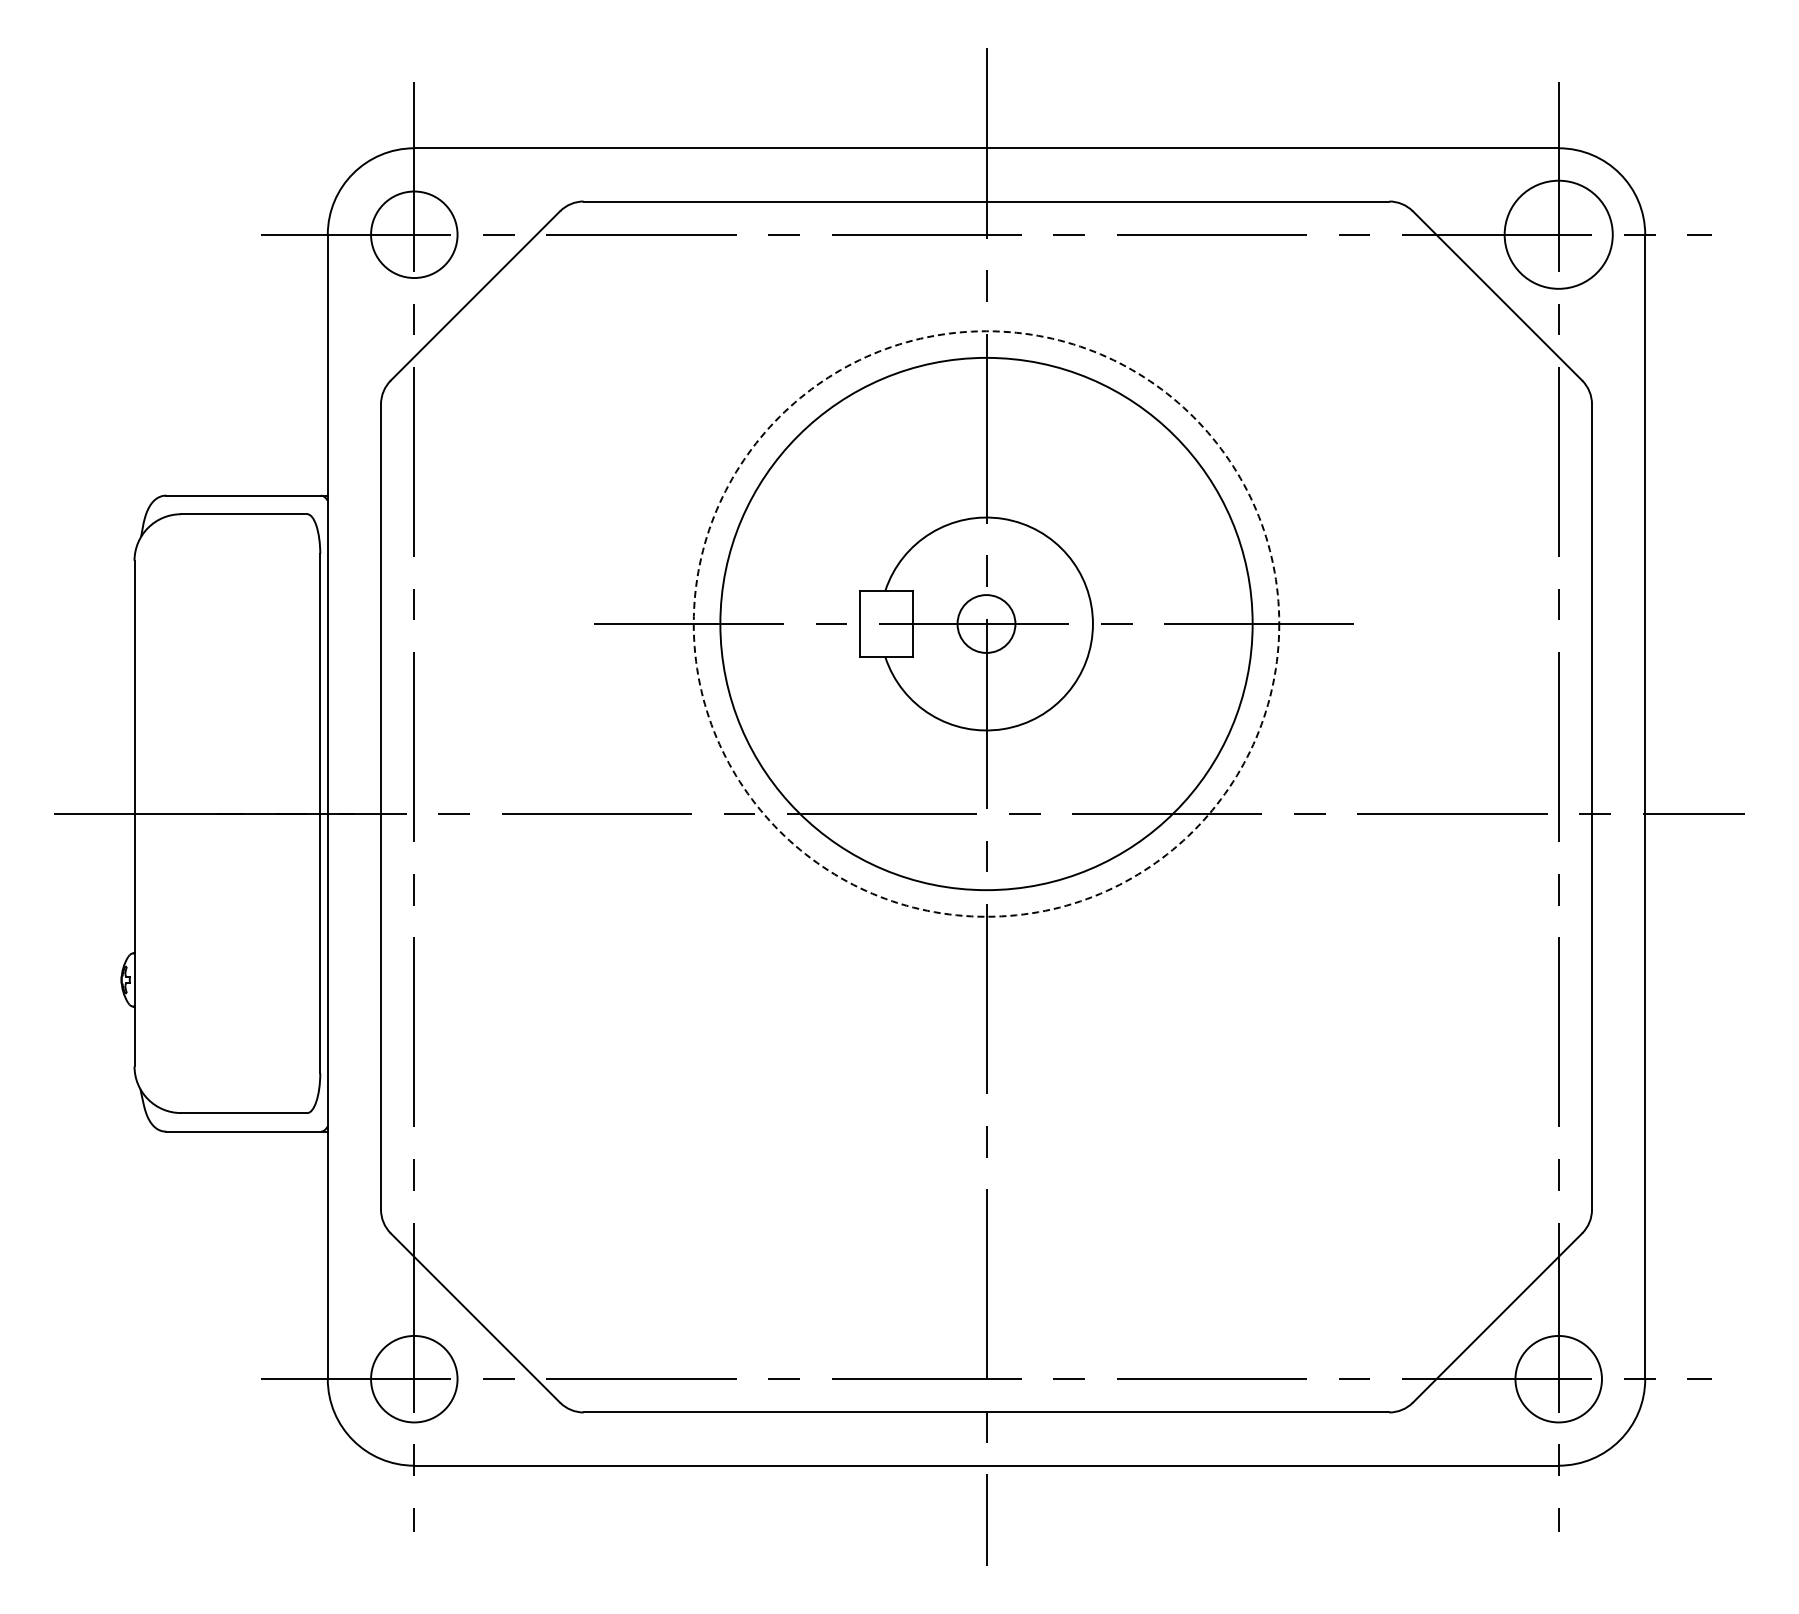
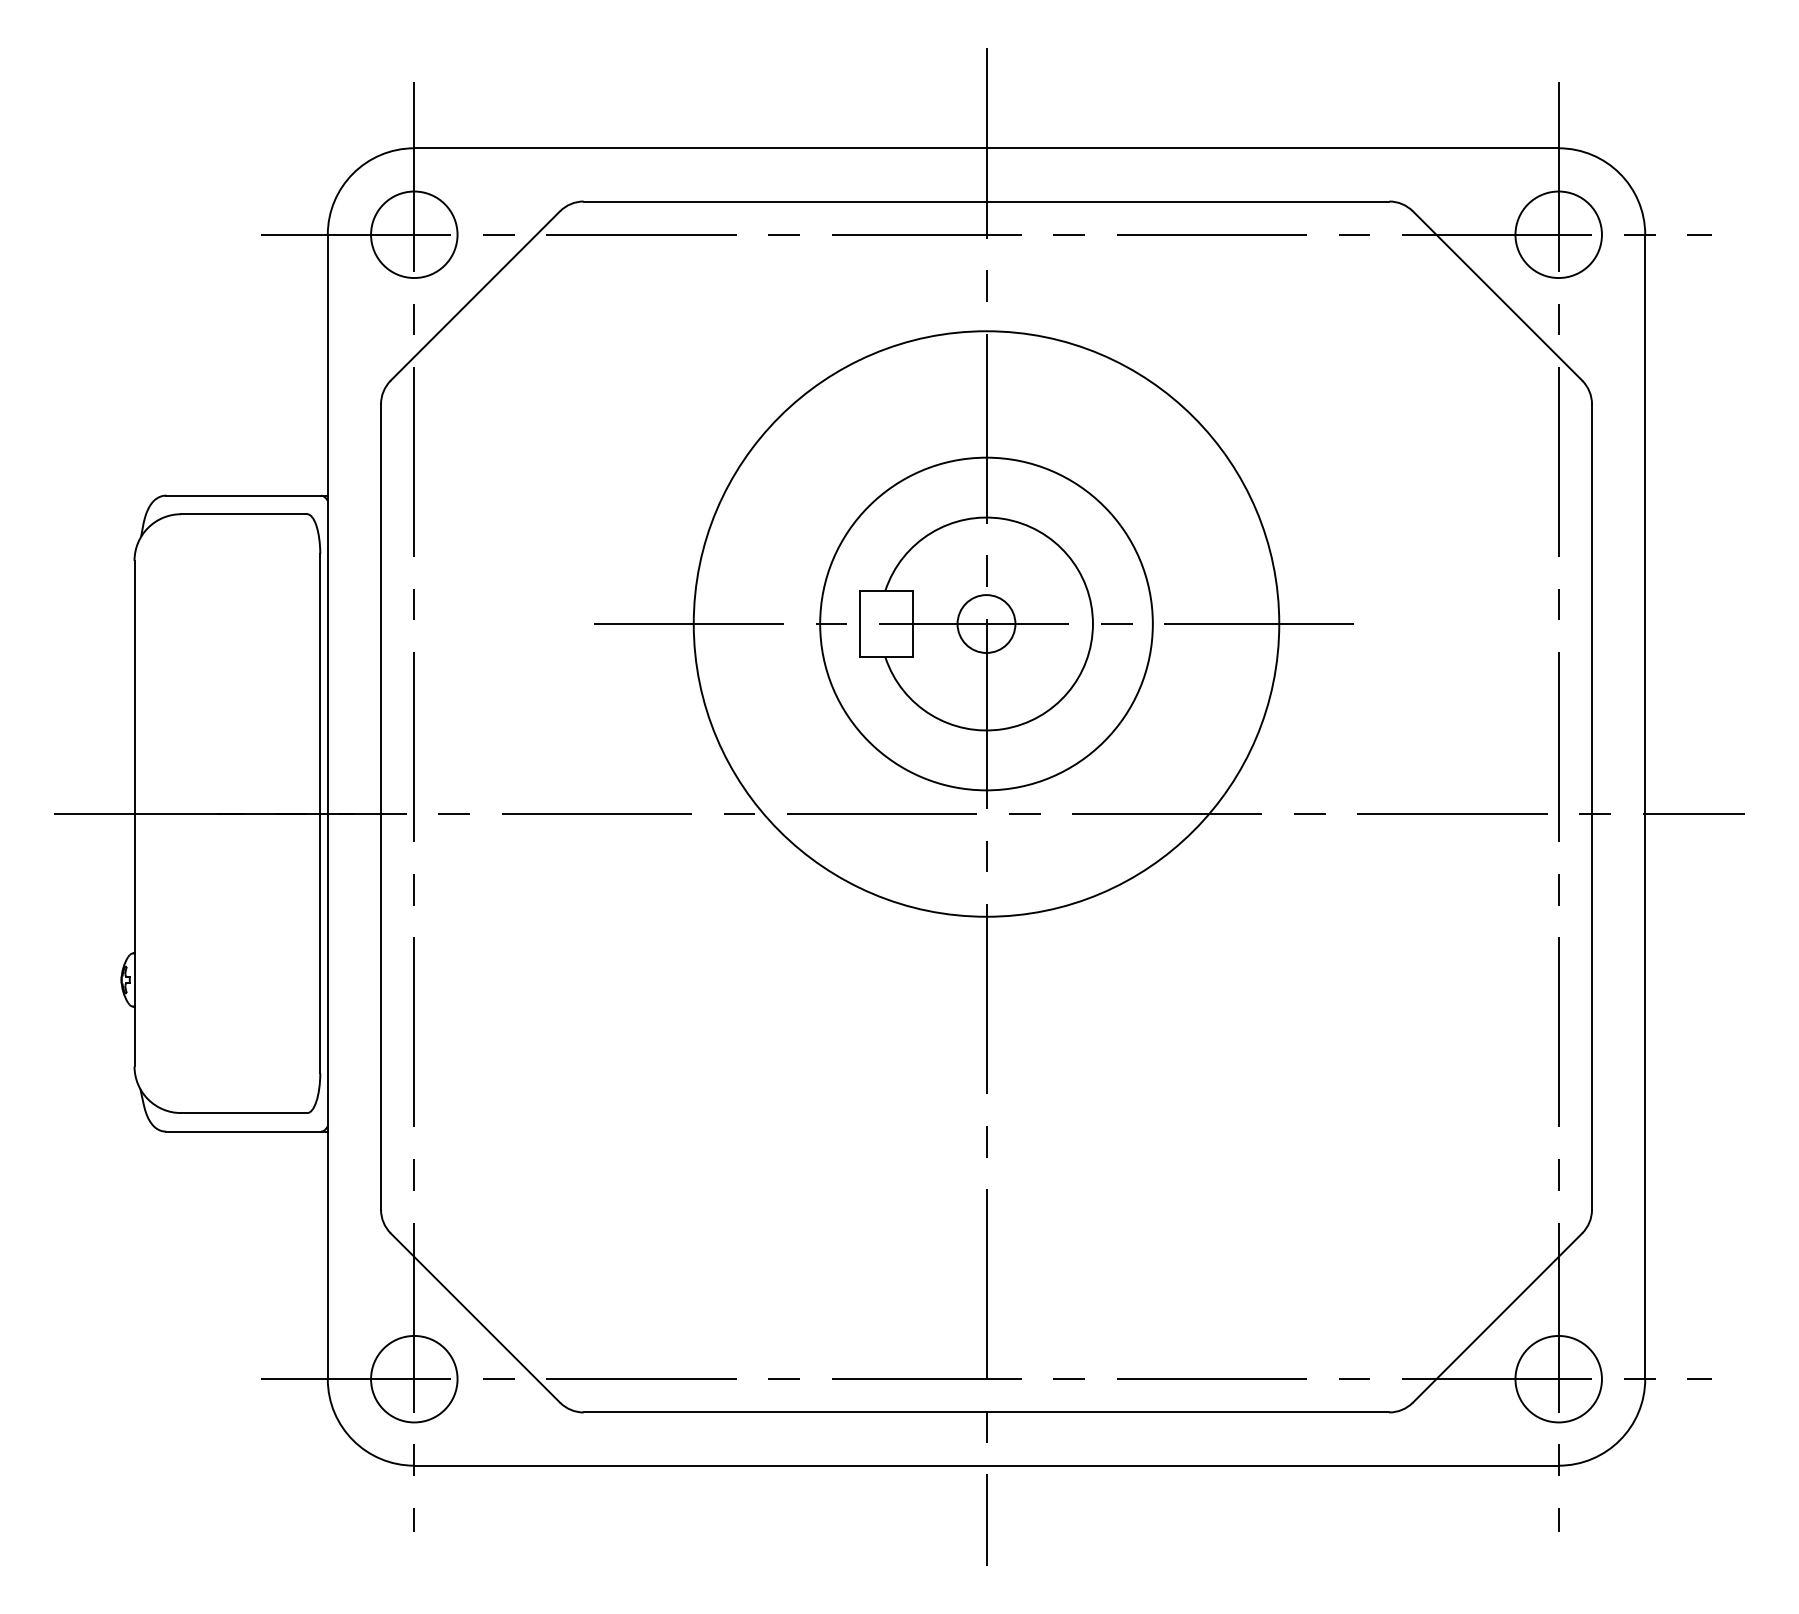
circle at (1558, 234) diameter: 108 px -> 86 px
circle at (986, 623) diameter: 532 px -> 333 px
circle at (986, 623): dashed -> solid
